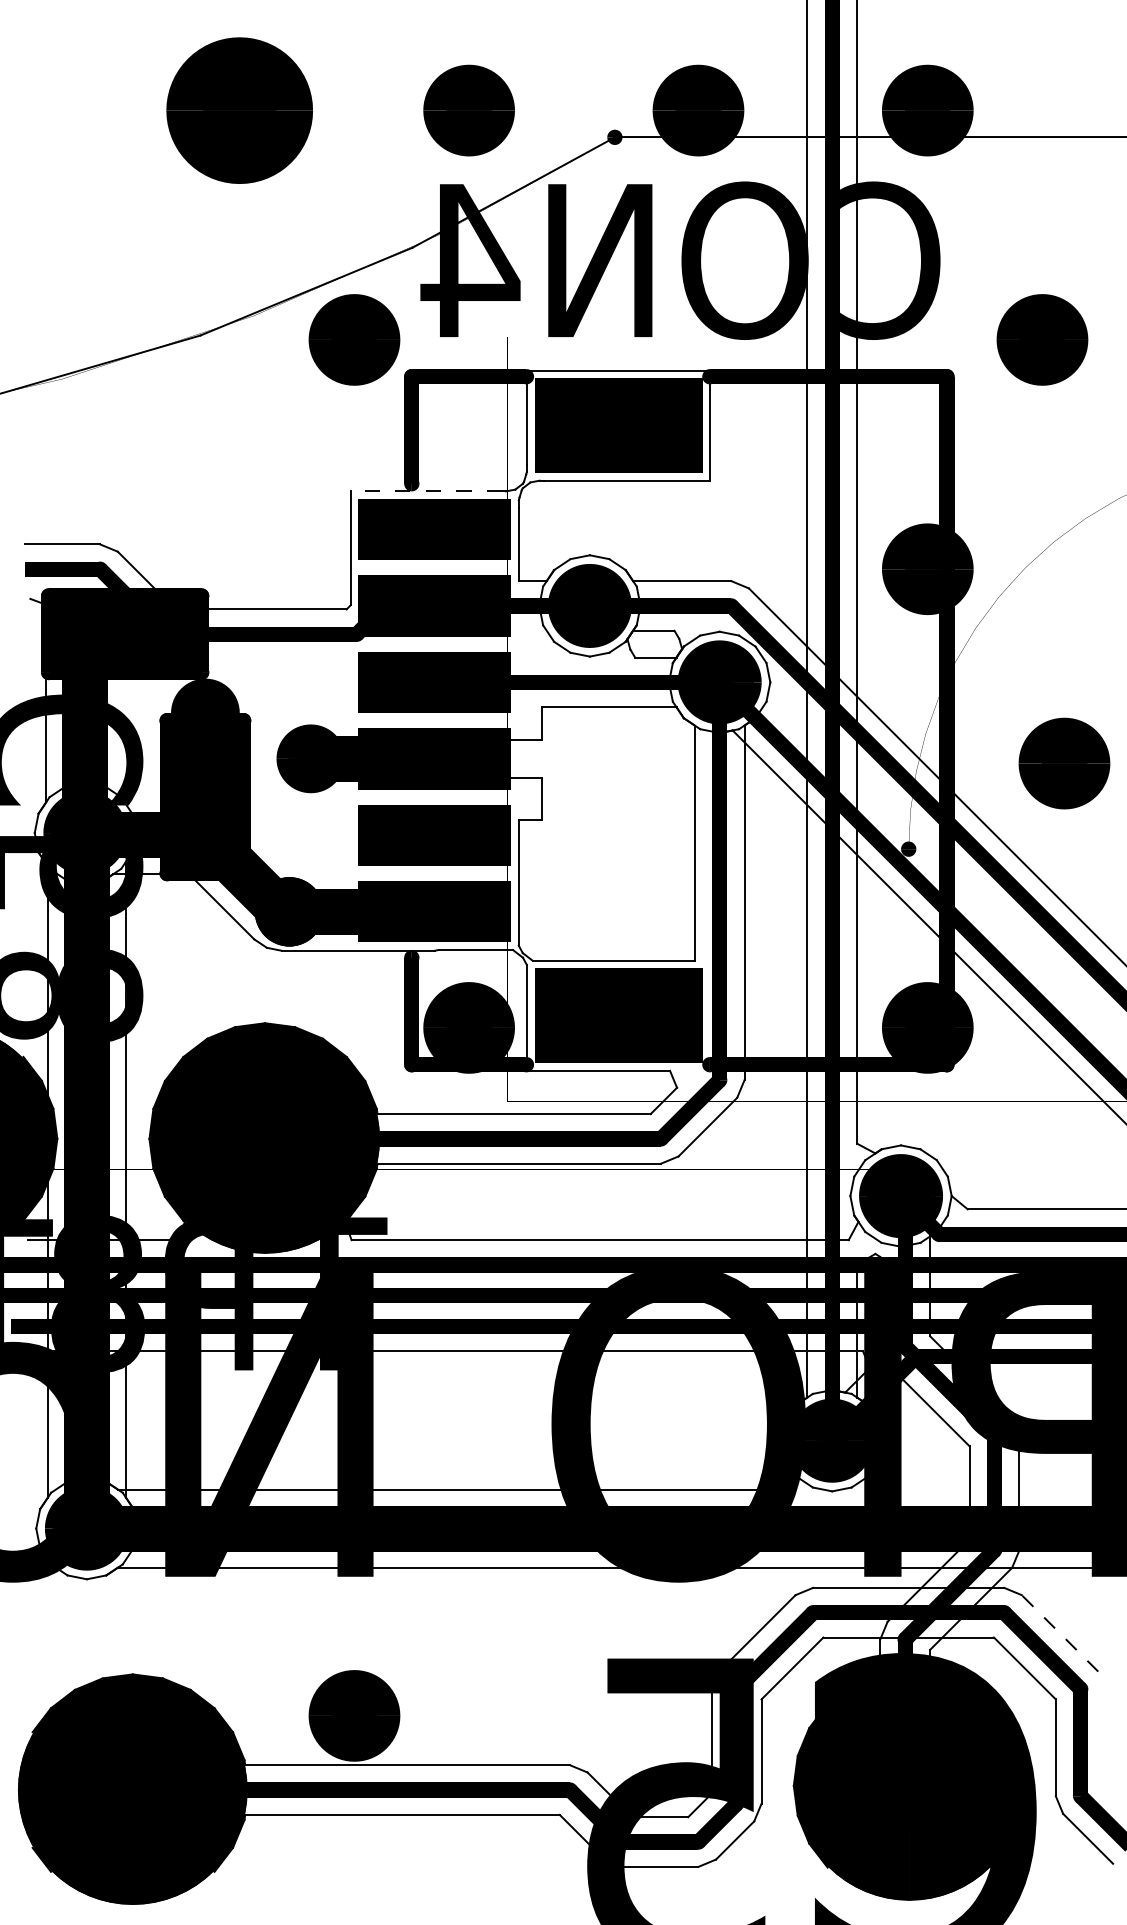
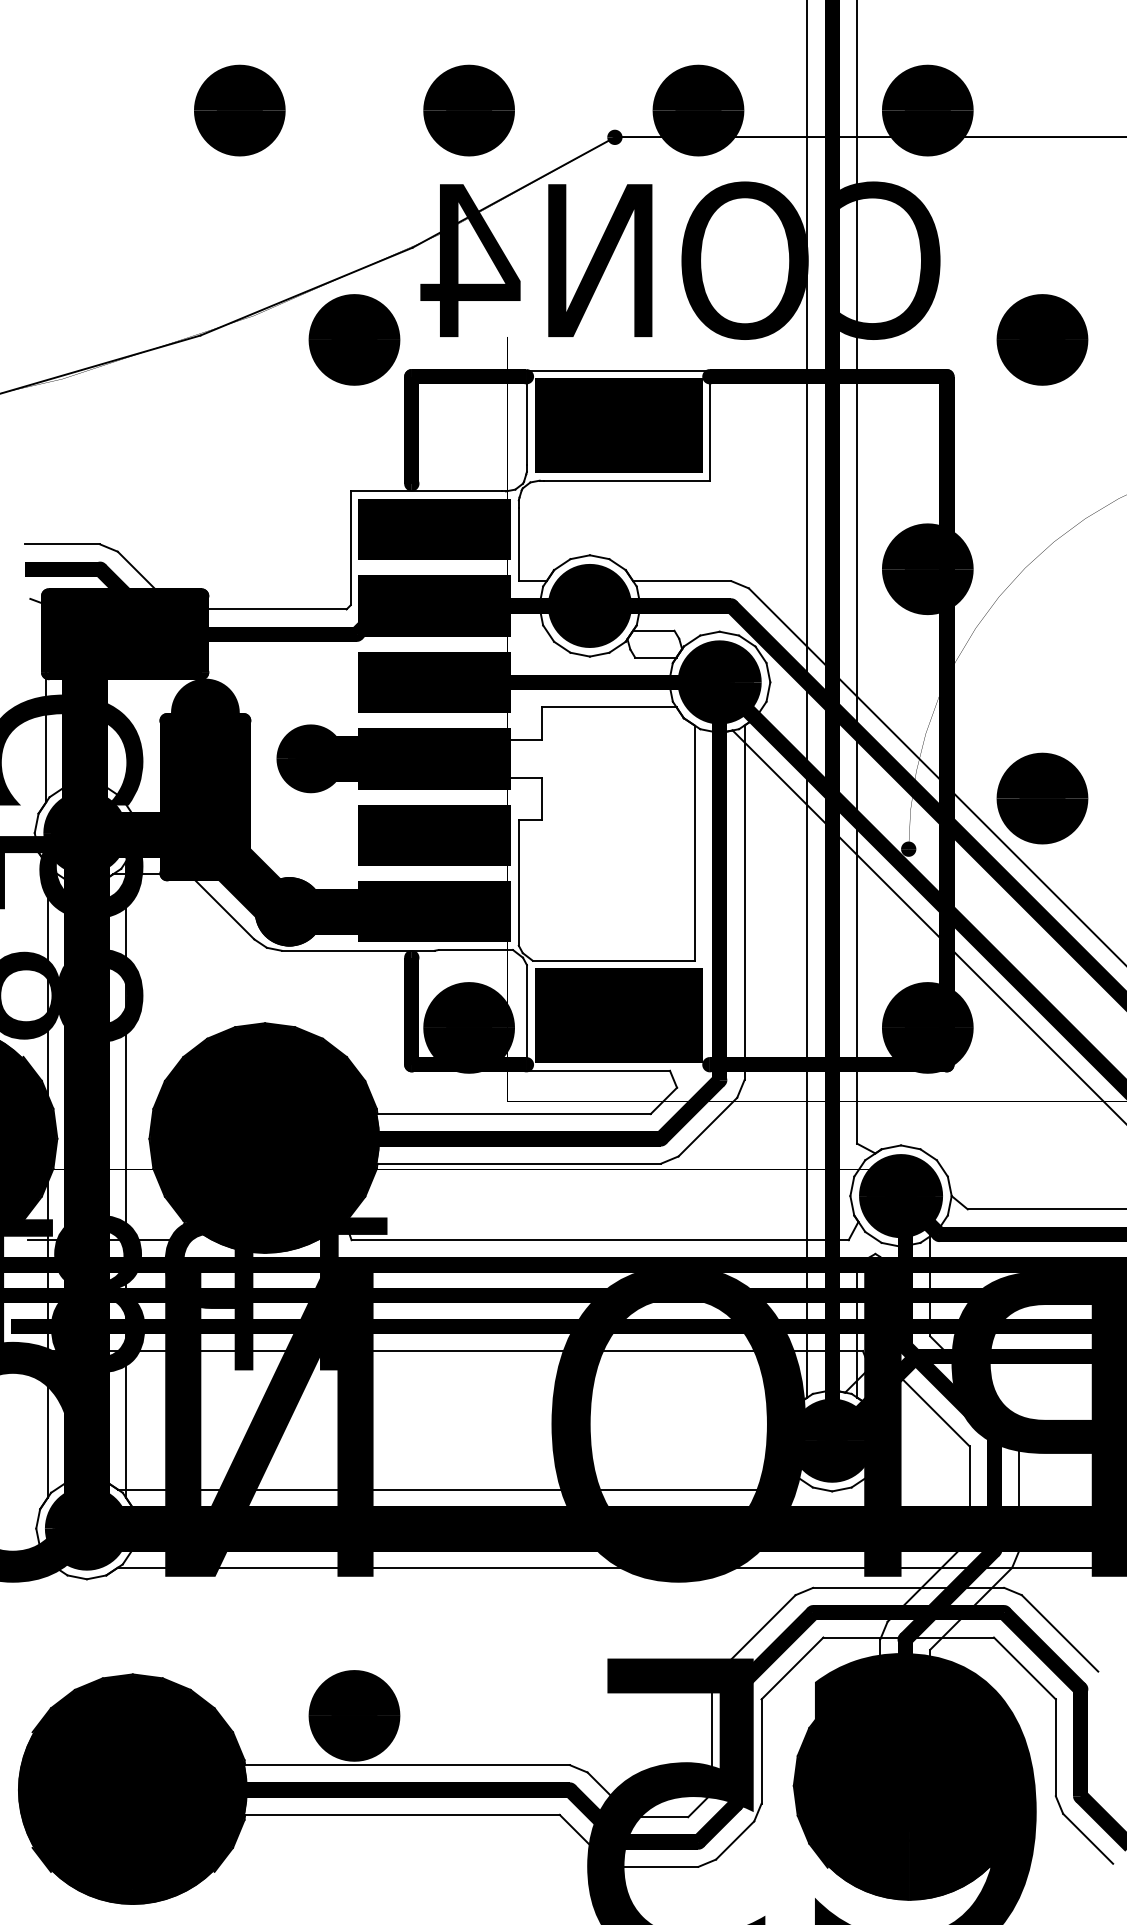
part at (239, 110) size: 147x147 px -> 92x93 px
line at (426, 491): dashed -> solid
part at (1064, 763) position: (1064, 763) -> (1042, 798)
line at (1059, 1633): dashed -> solid
